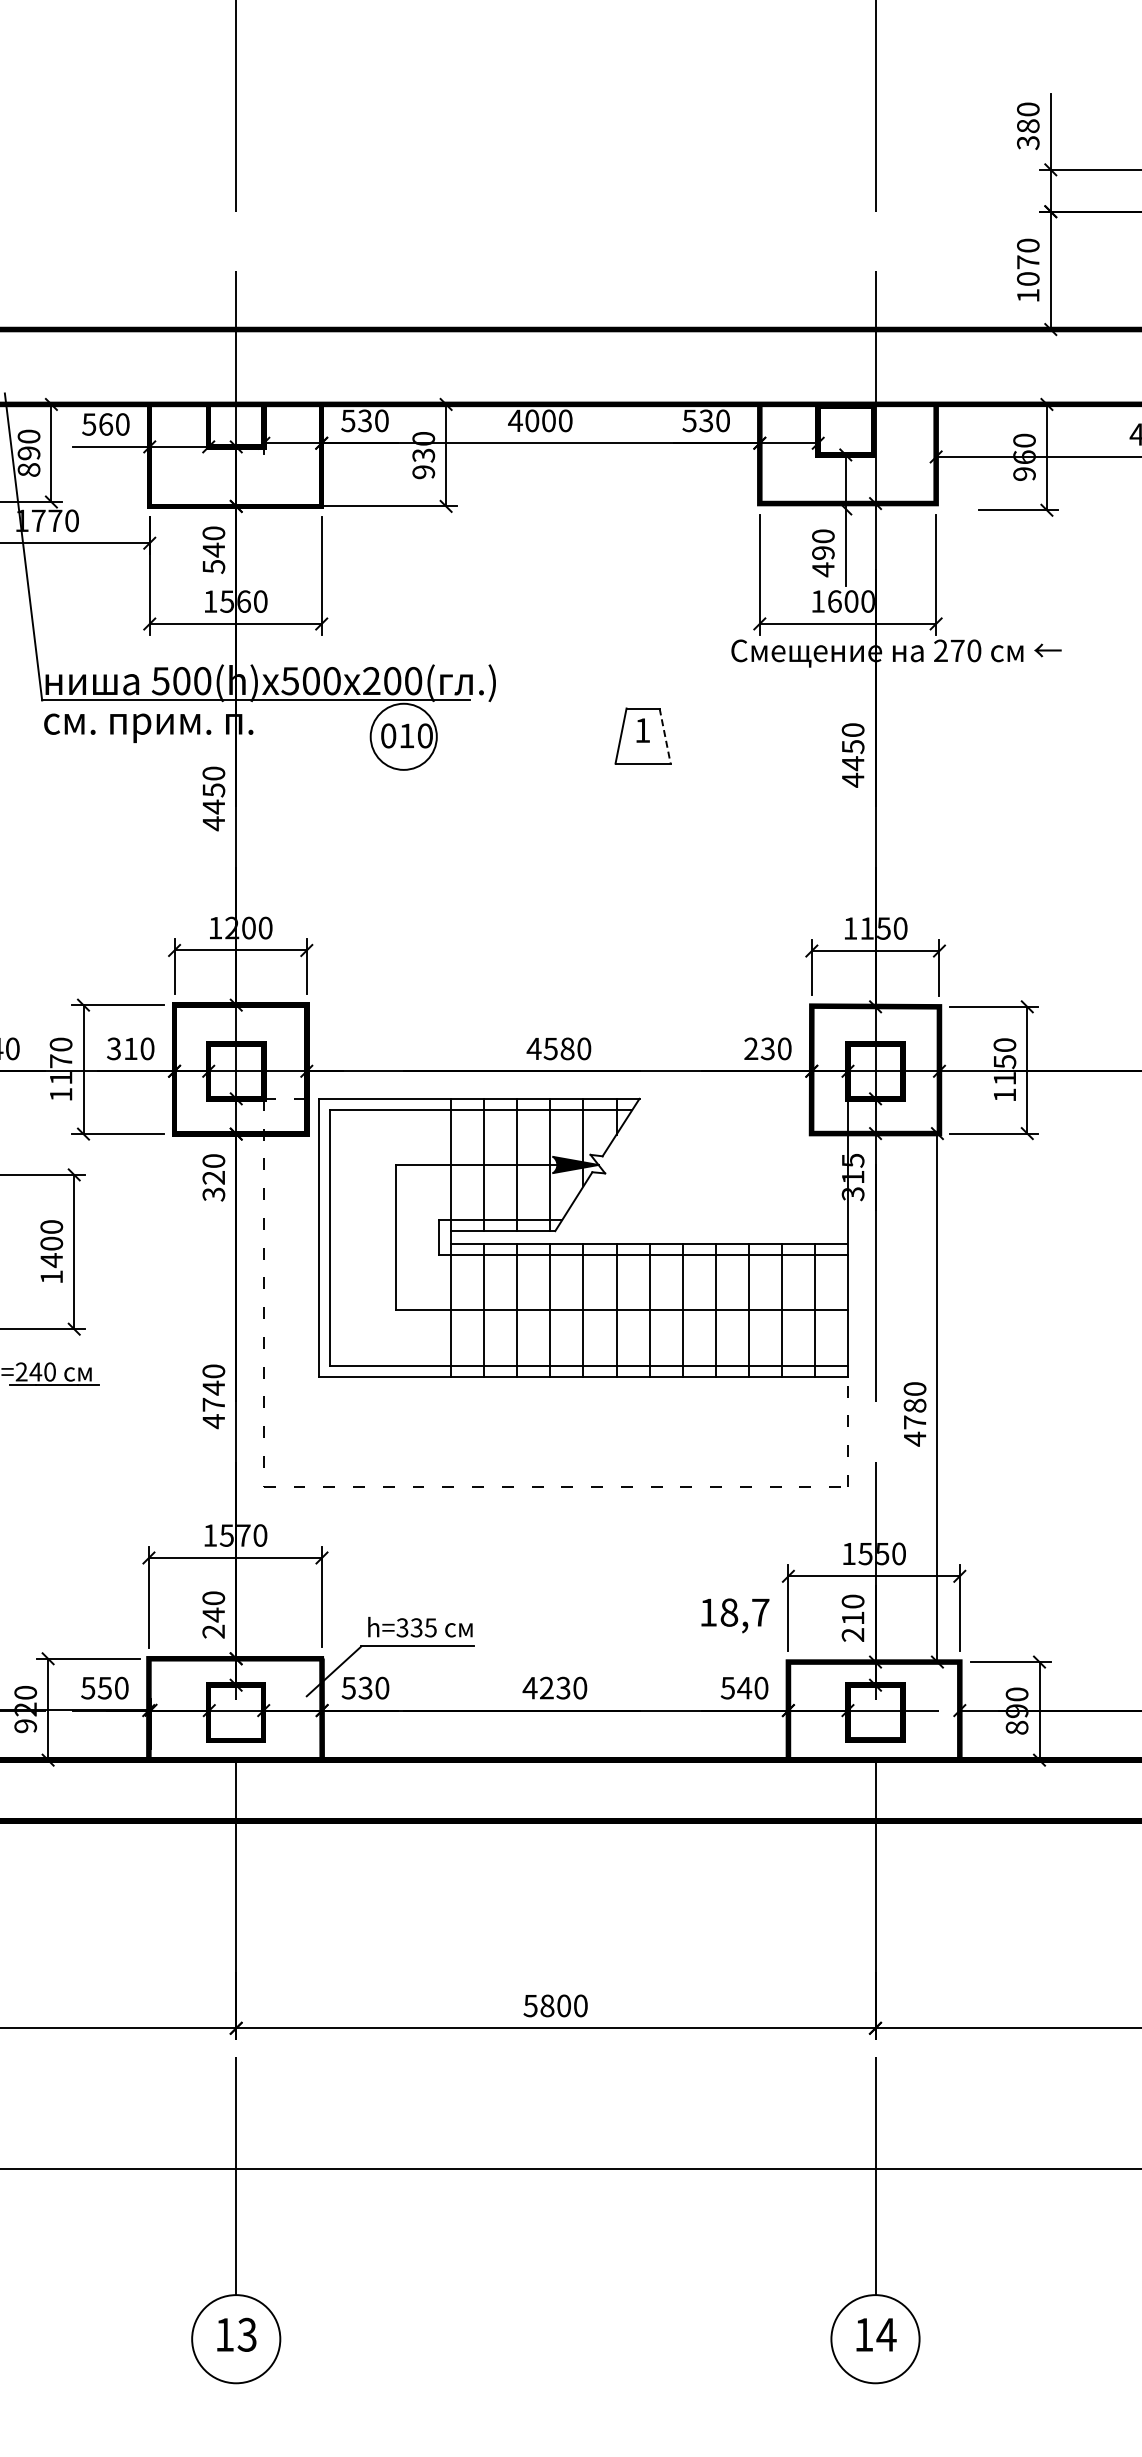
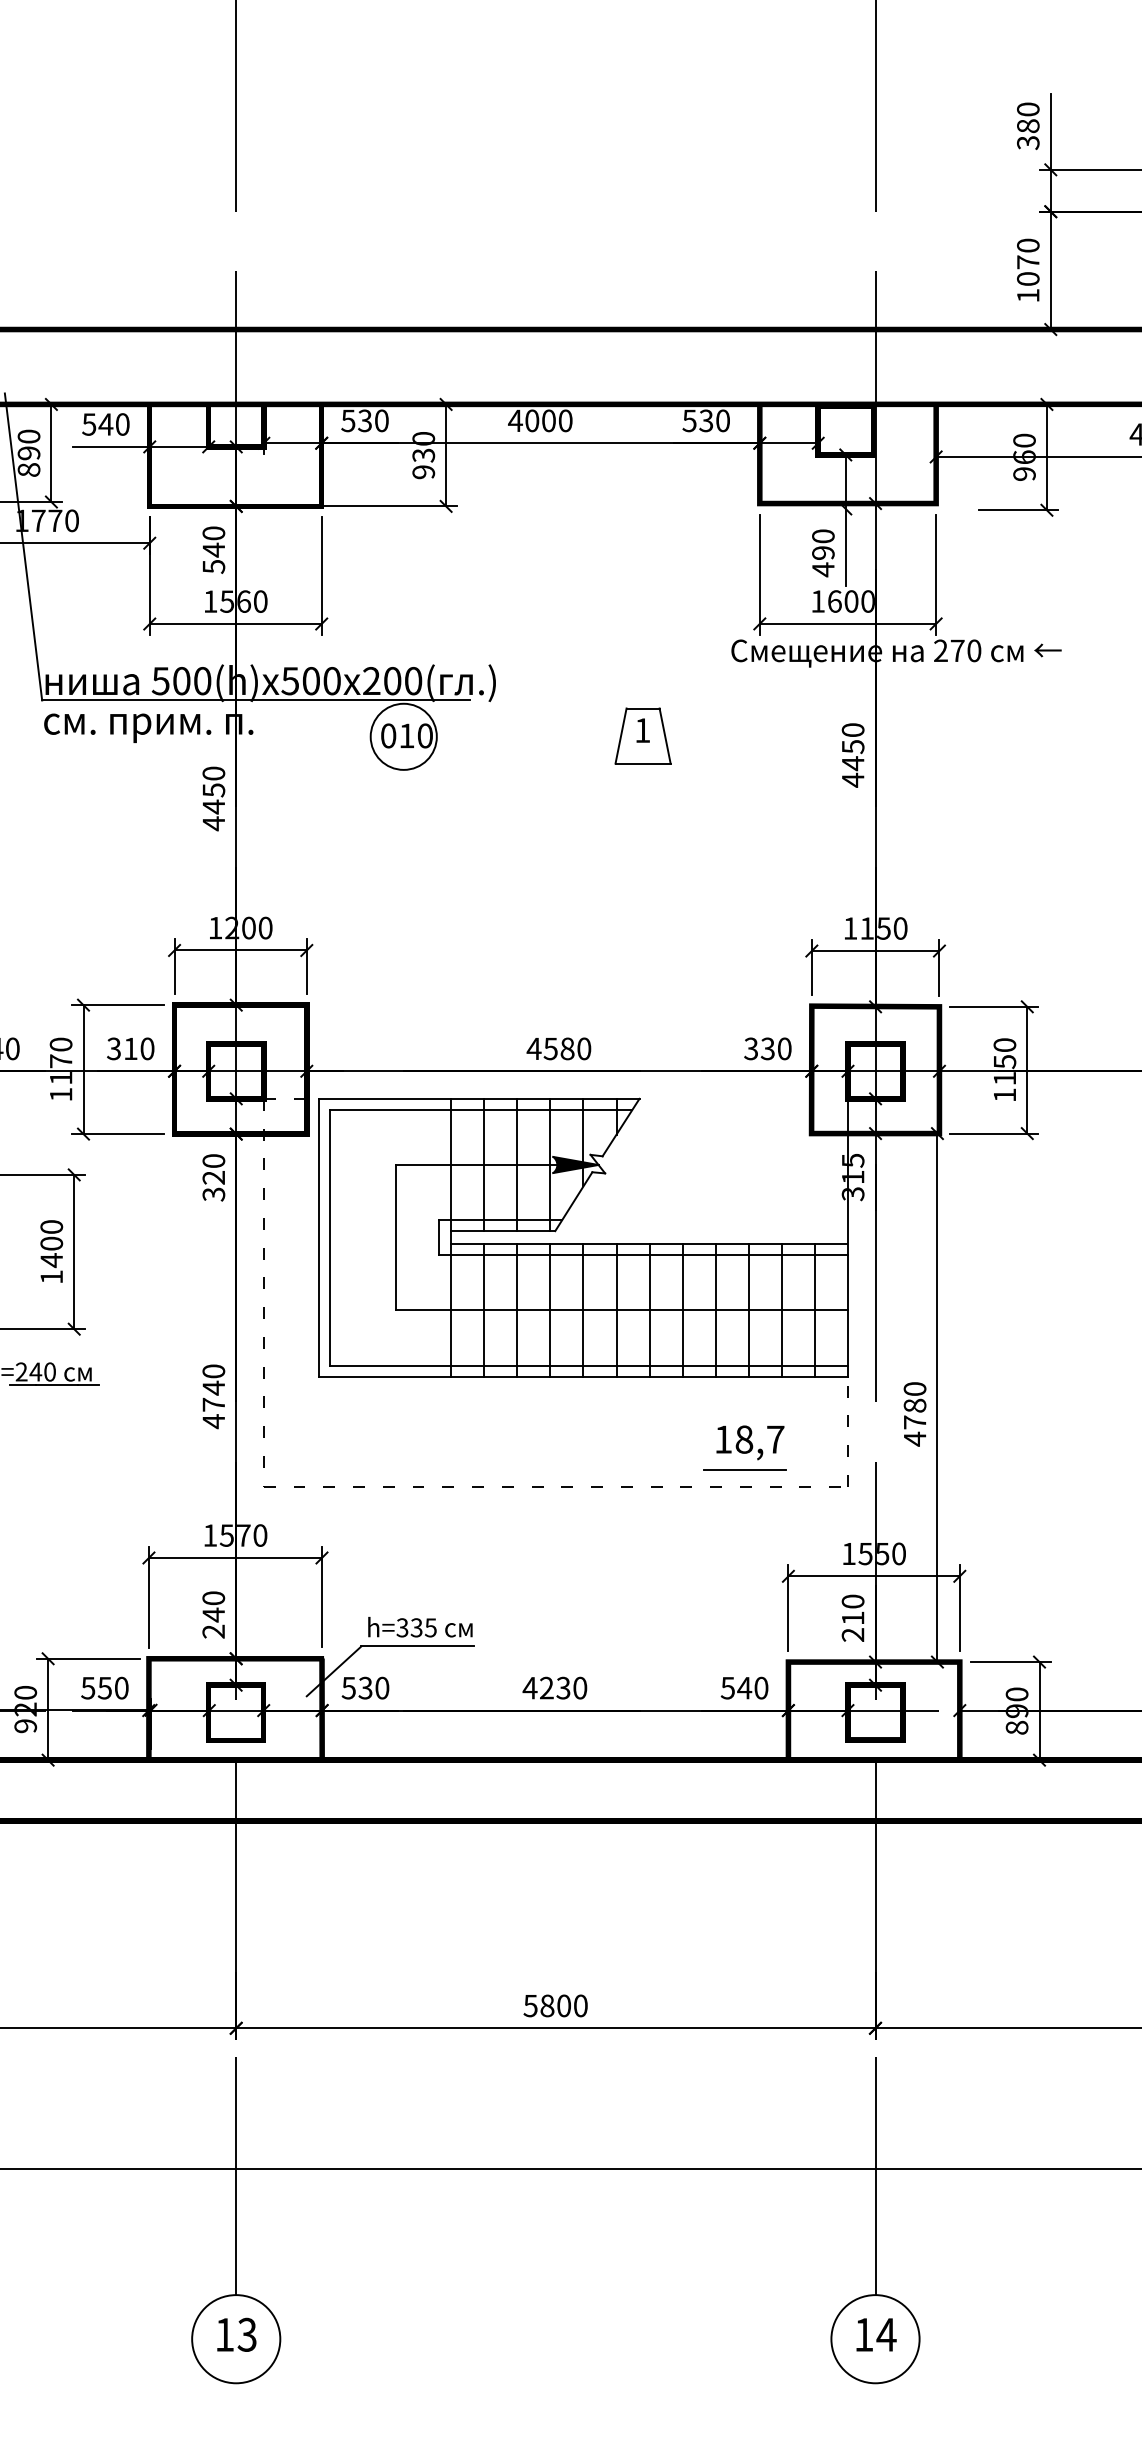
text at (105, 424): 560 -> 540
line at (665, 736): dashed -> solid
text at (751, 1049): 230 -> 330
line at (744, 1470): none -> present
text at (735, 1615) position: (735, 1615) -> (750, 1442)
